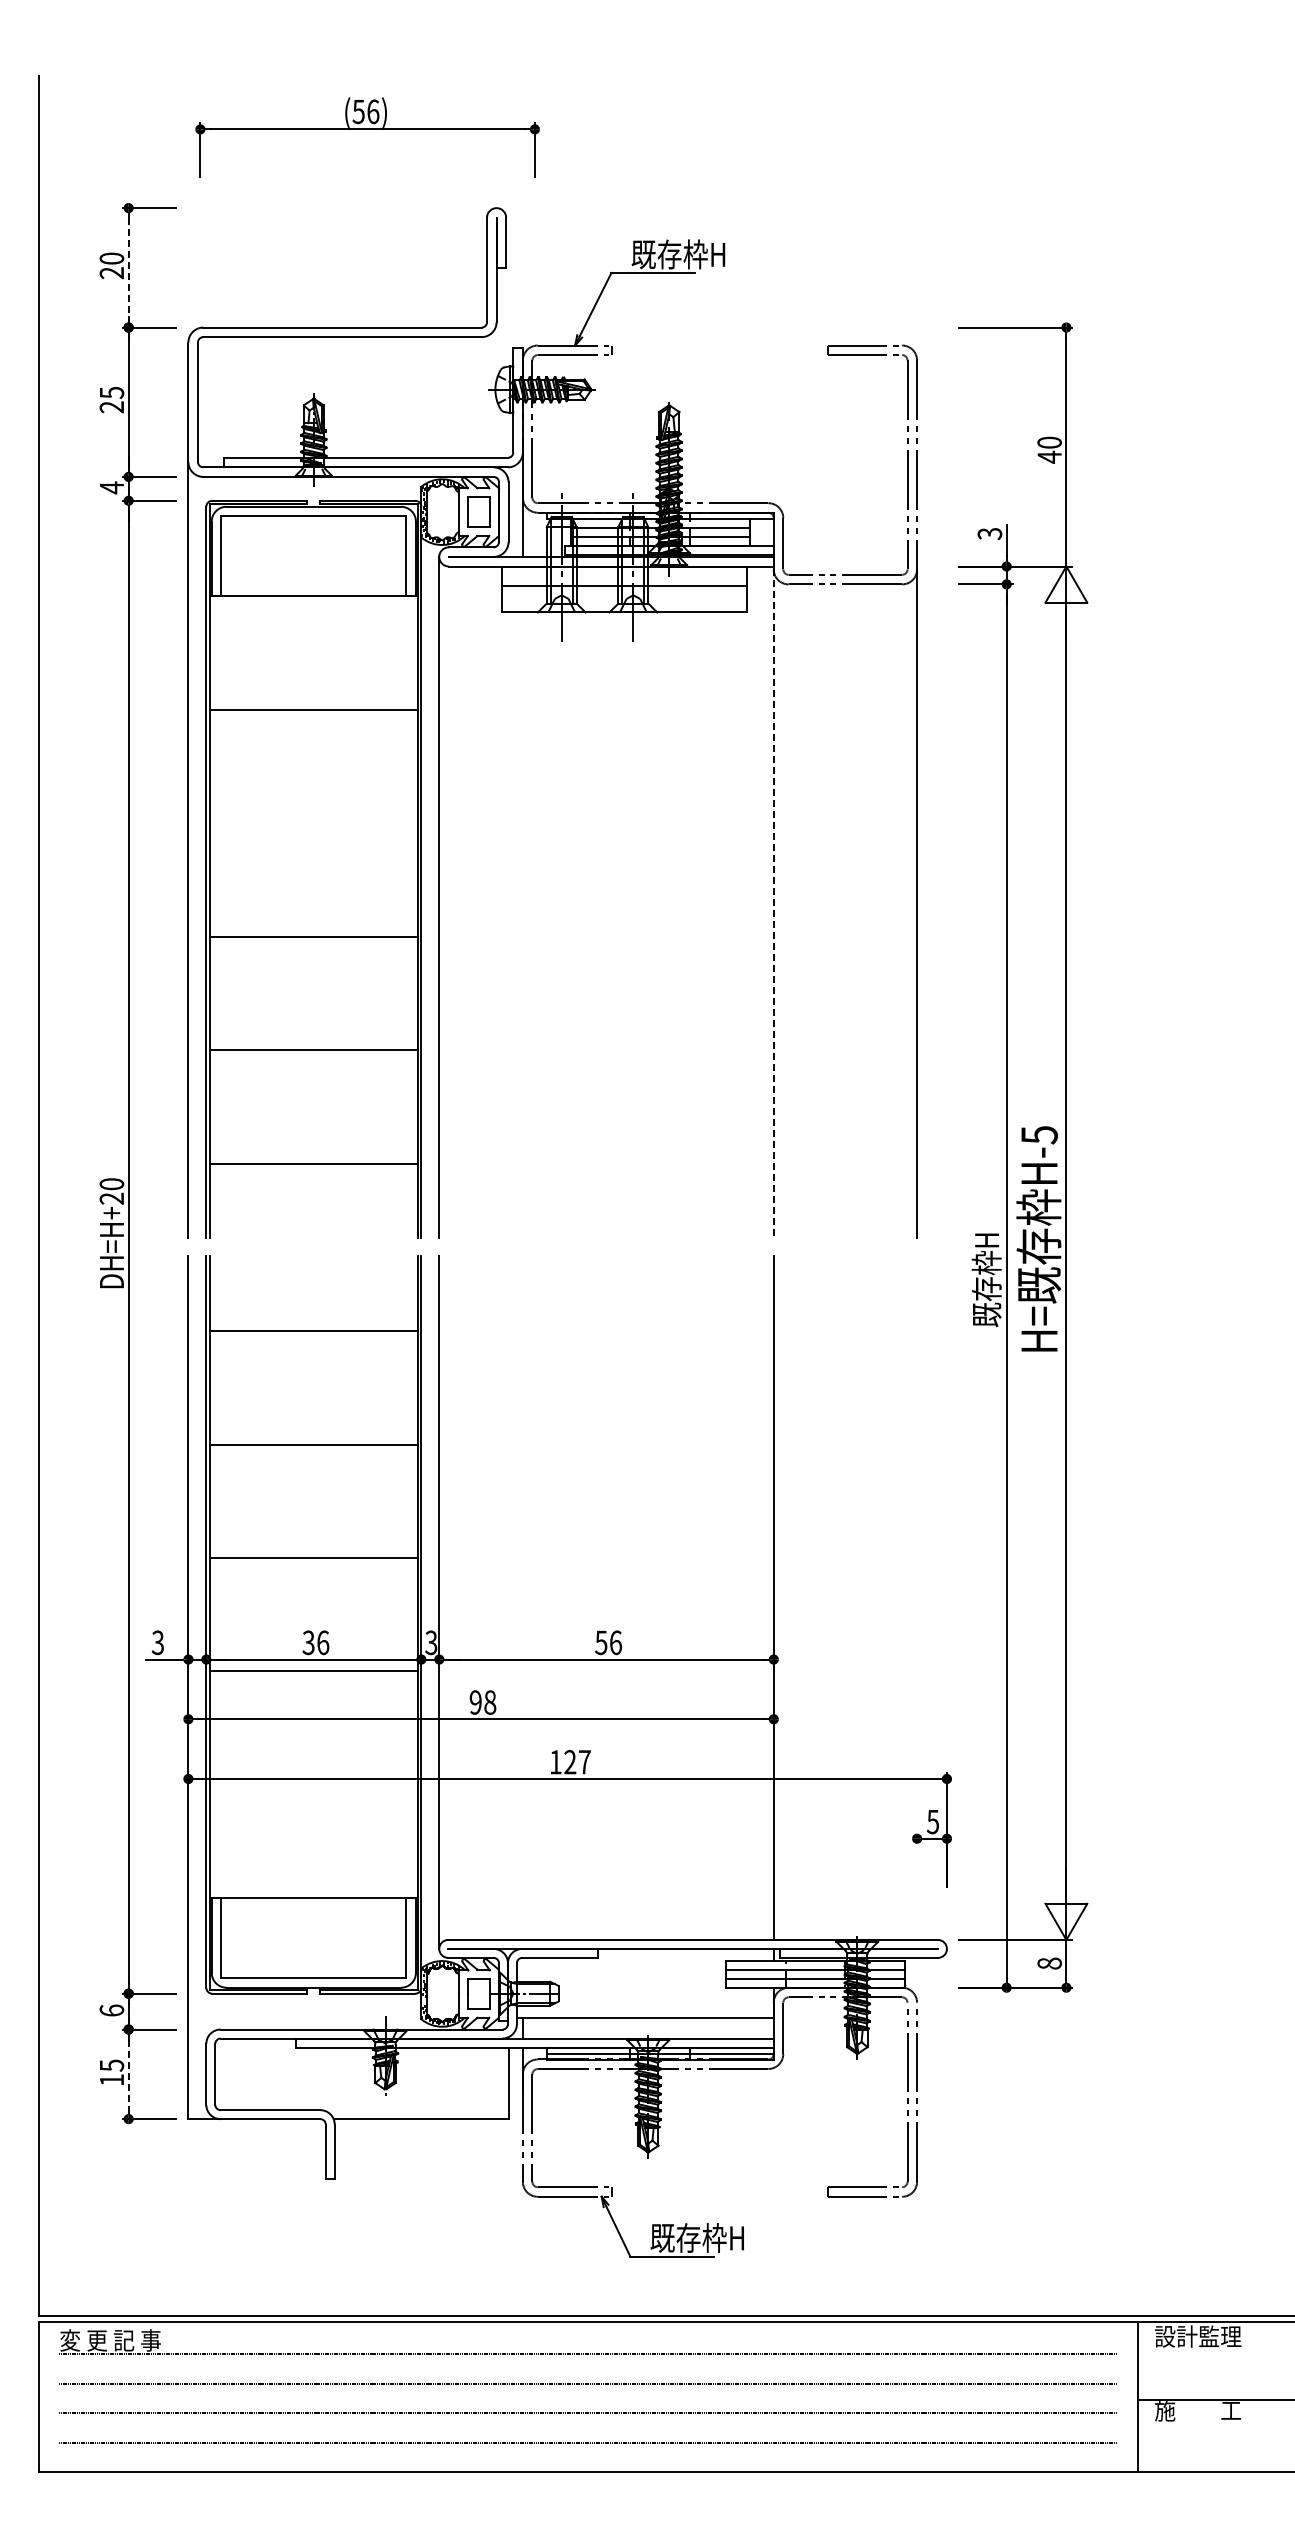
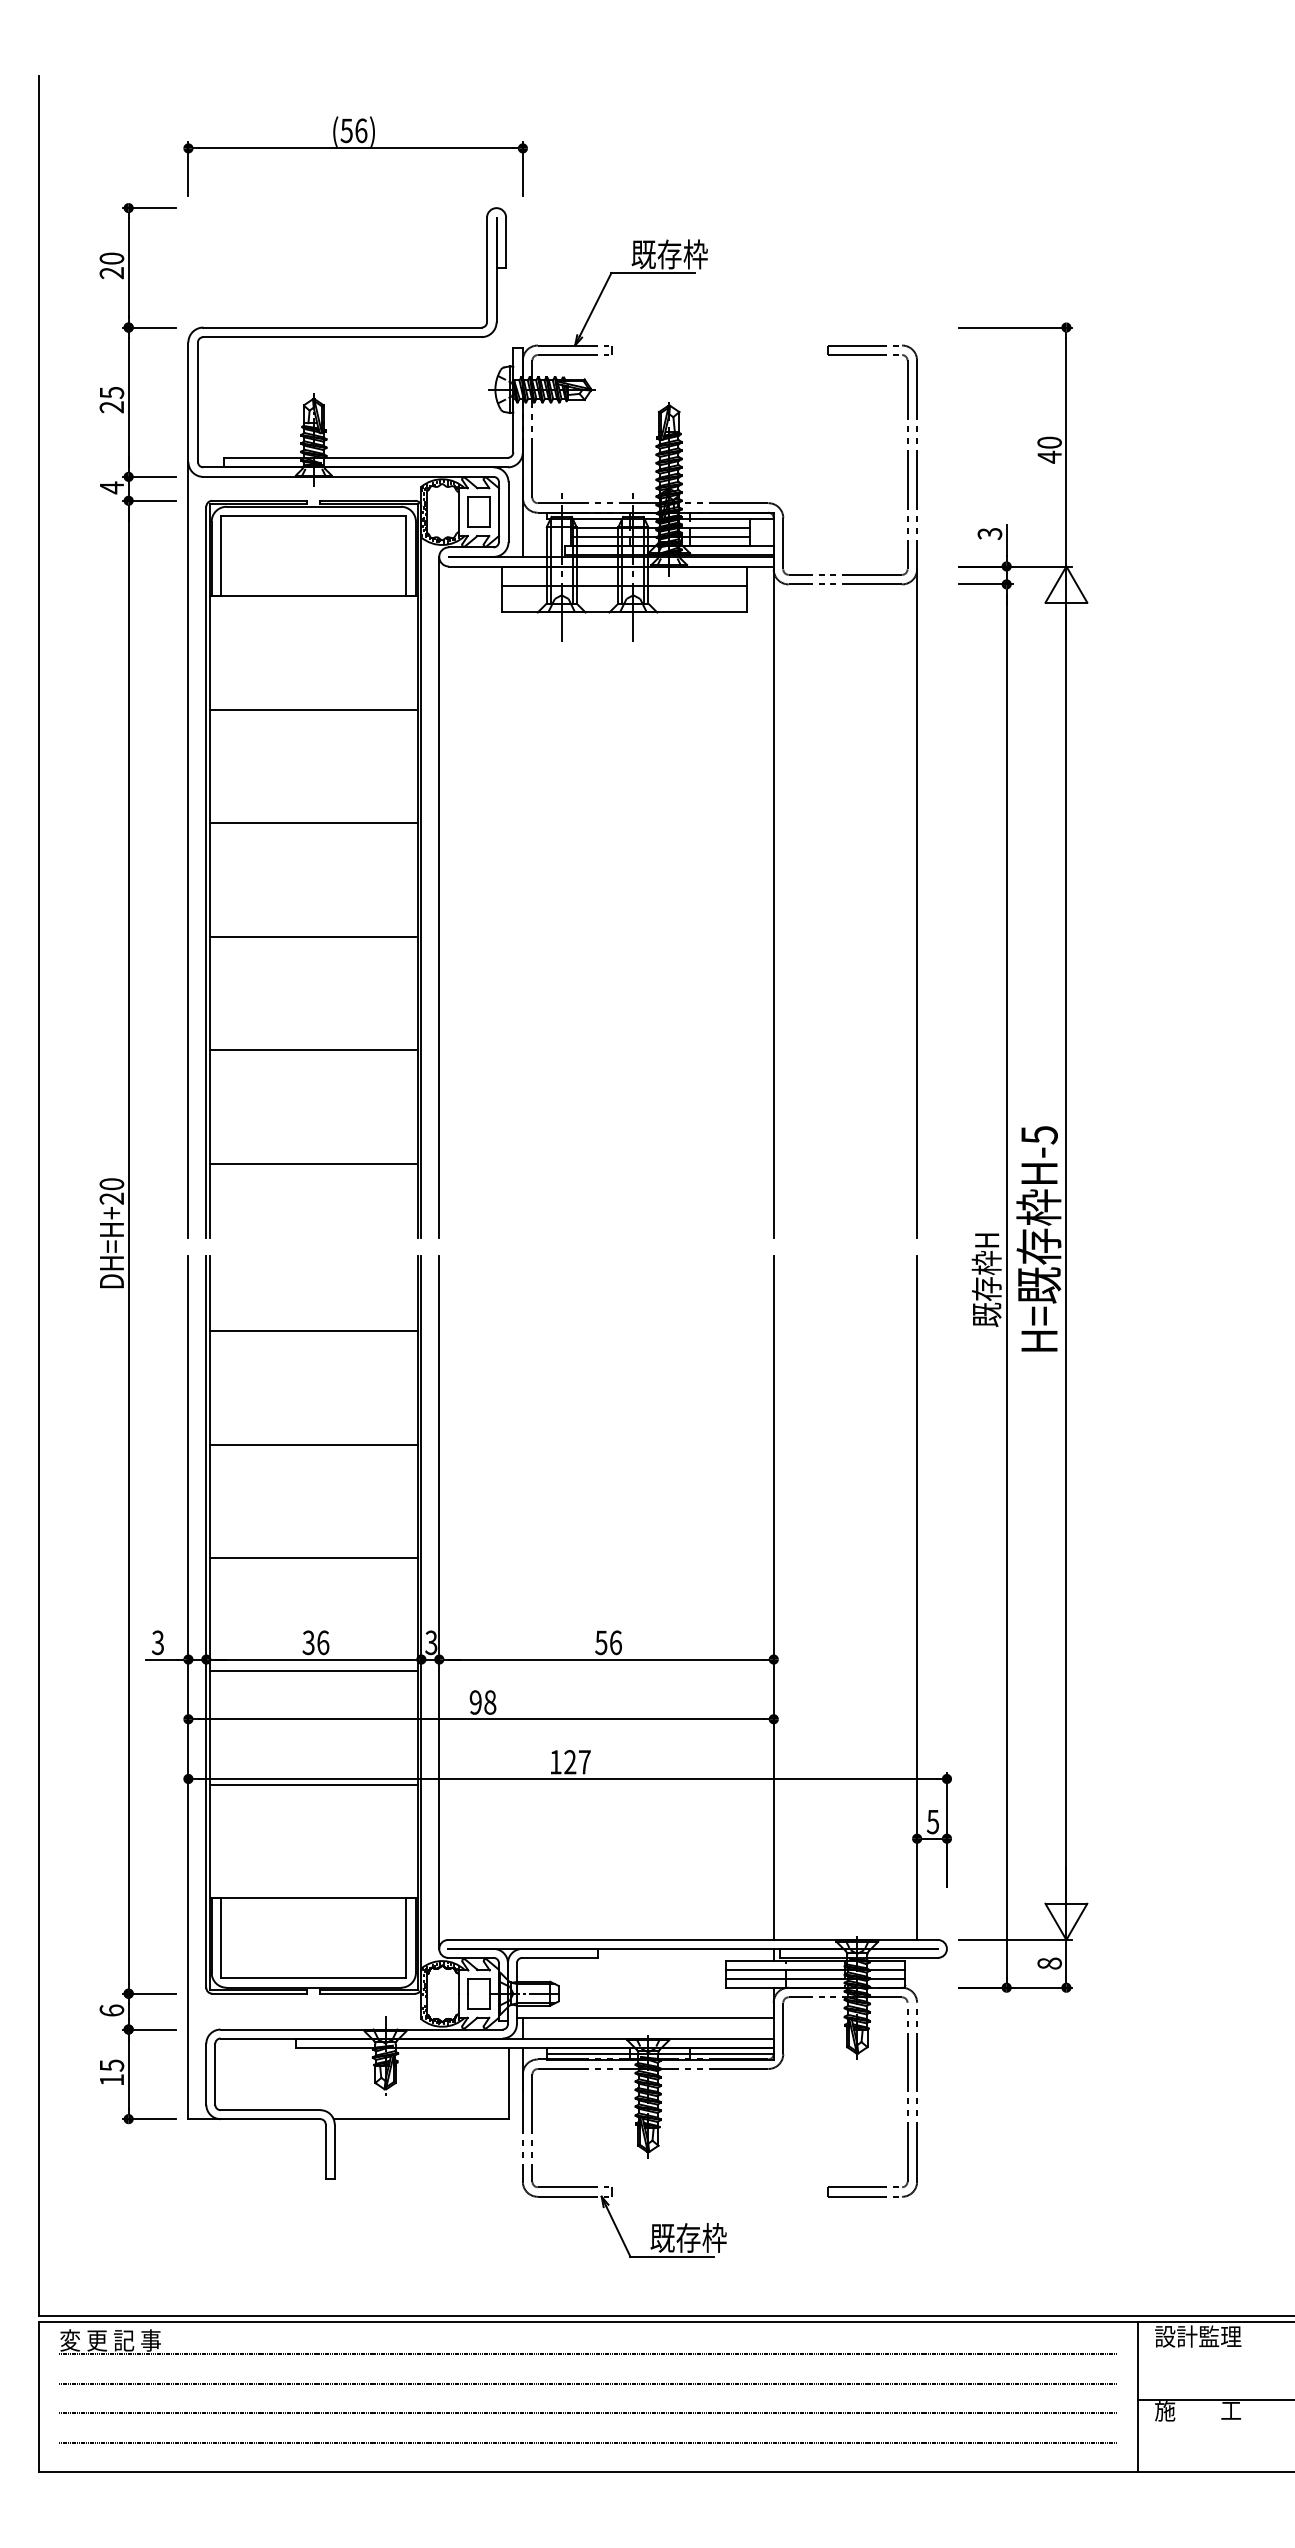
part at (367, 129) position: (367, 129) -> (355, 148)
text at (718, 254): 既存枠H -> 既存枠
line at (128, 267): dashed -> solid
line at (313, 823): none -> present
line at (773, 904): dashed -> solid
line at (917, 1597): none -> present
line at (313, 1784): none -> present
line at (128, 2074): dashed -> solid
text at (736, 2238): 既存枠H -> 既存枠
